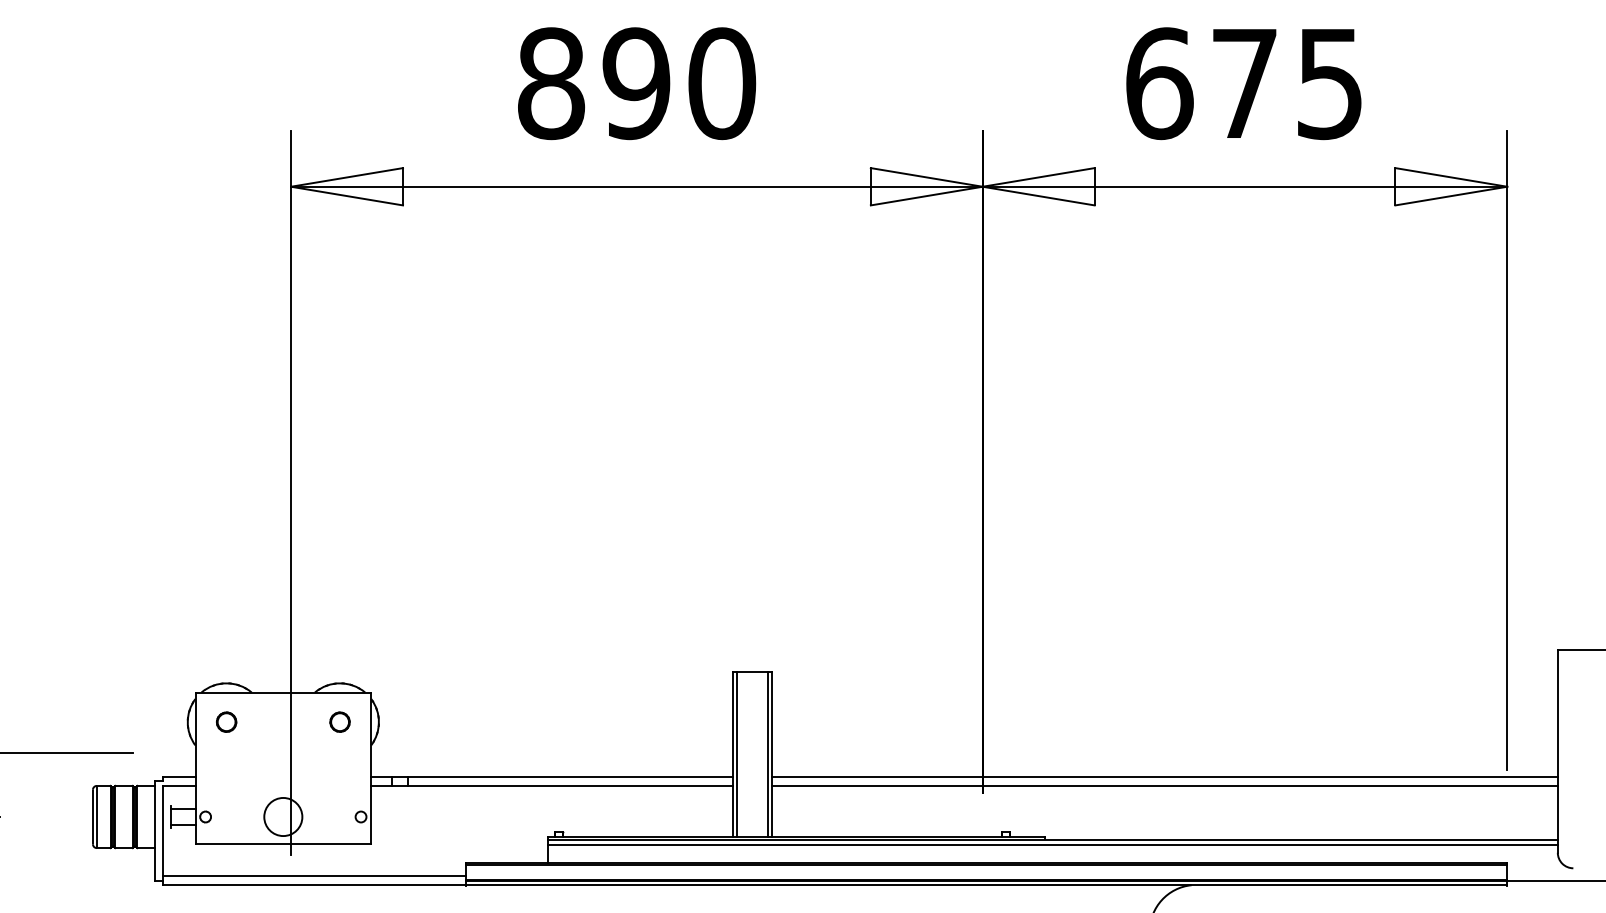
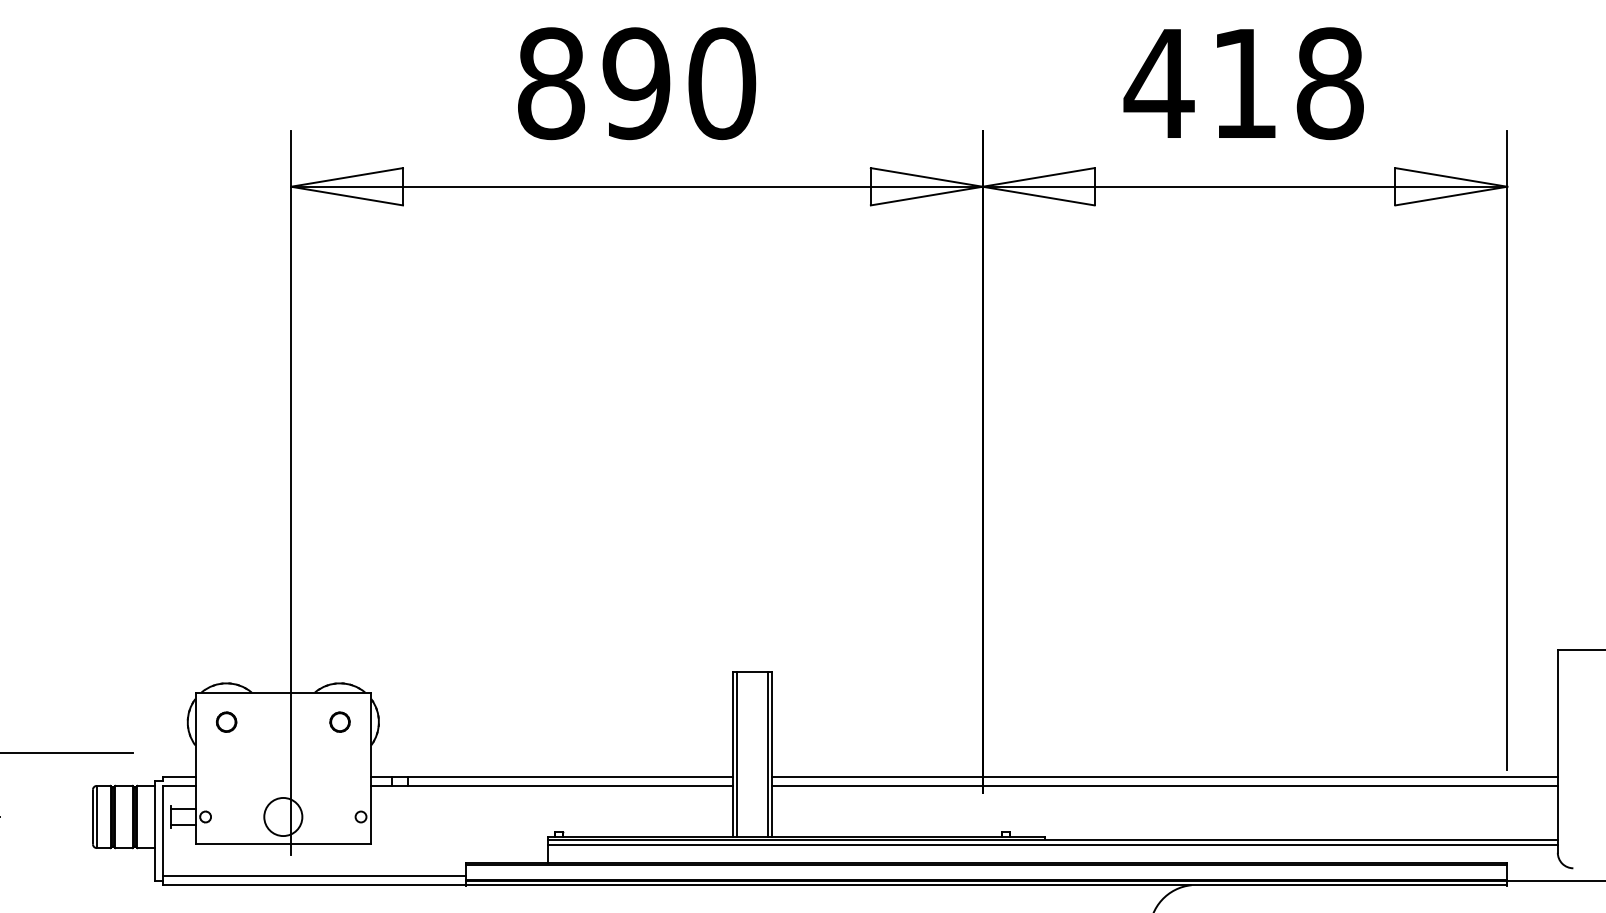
text at (1243, 83): 675 -> 418
